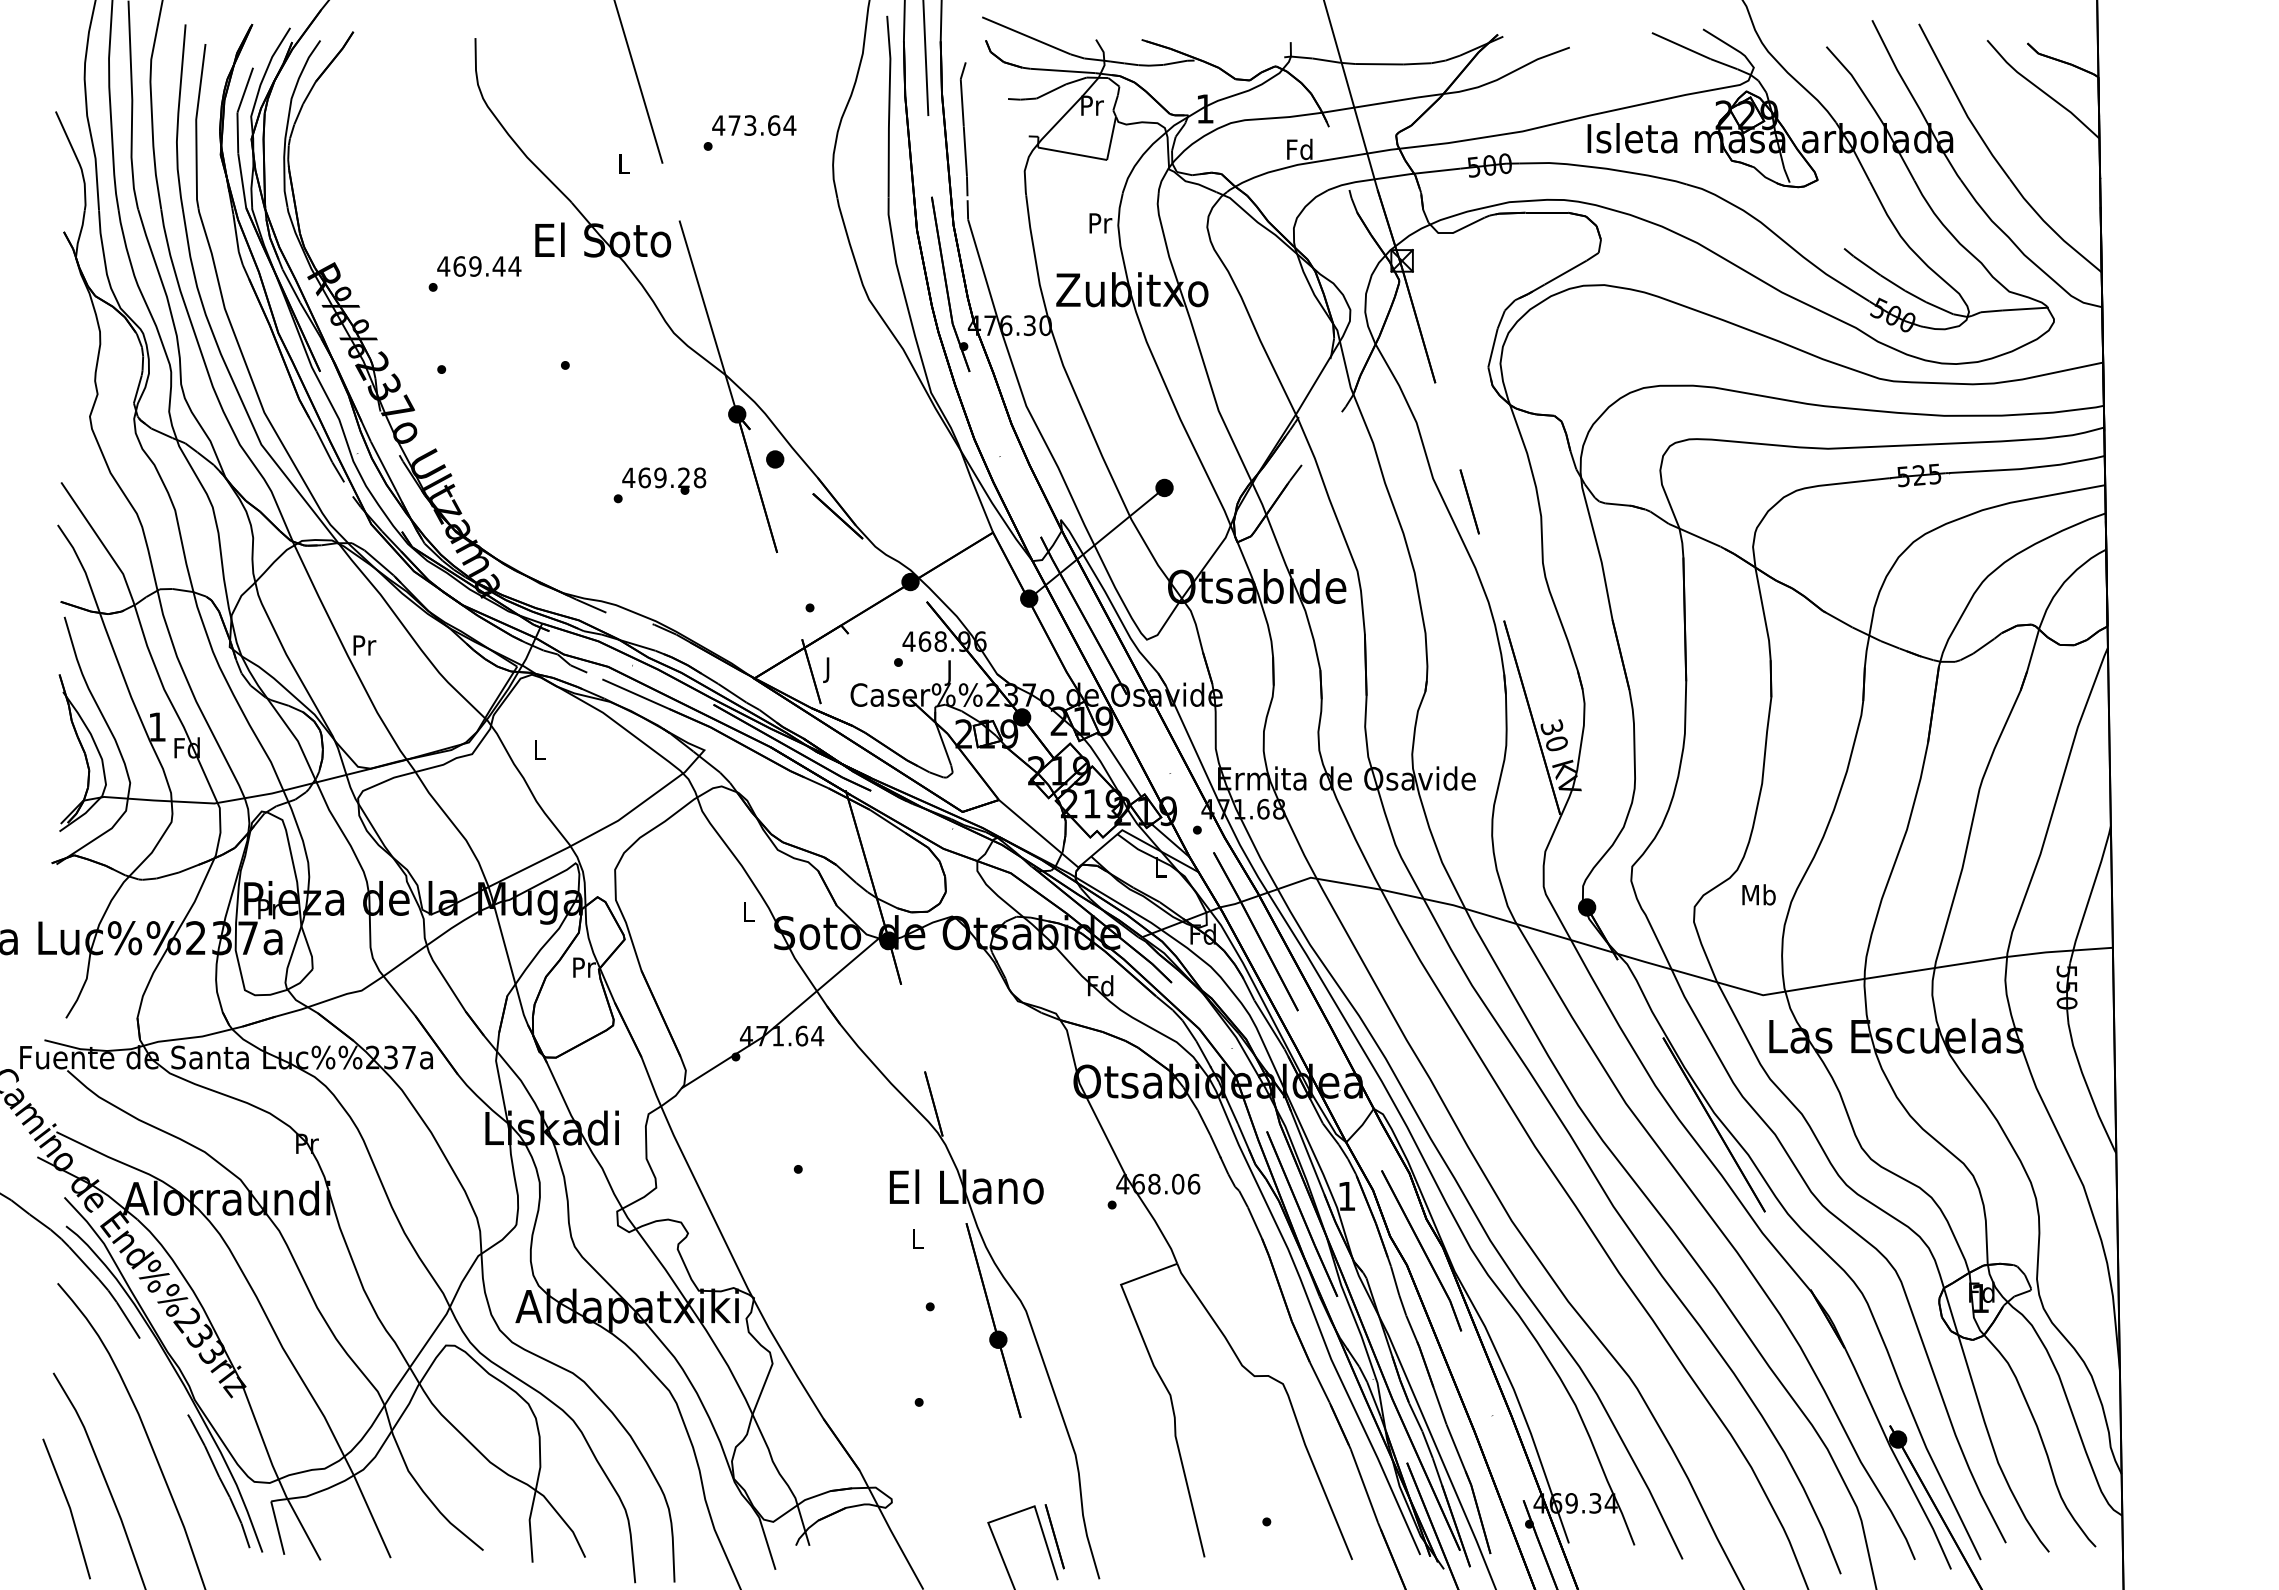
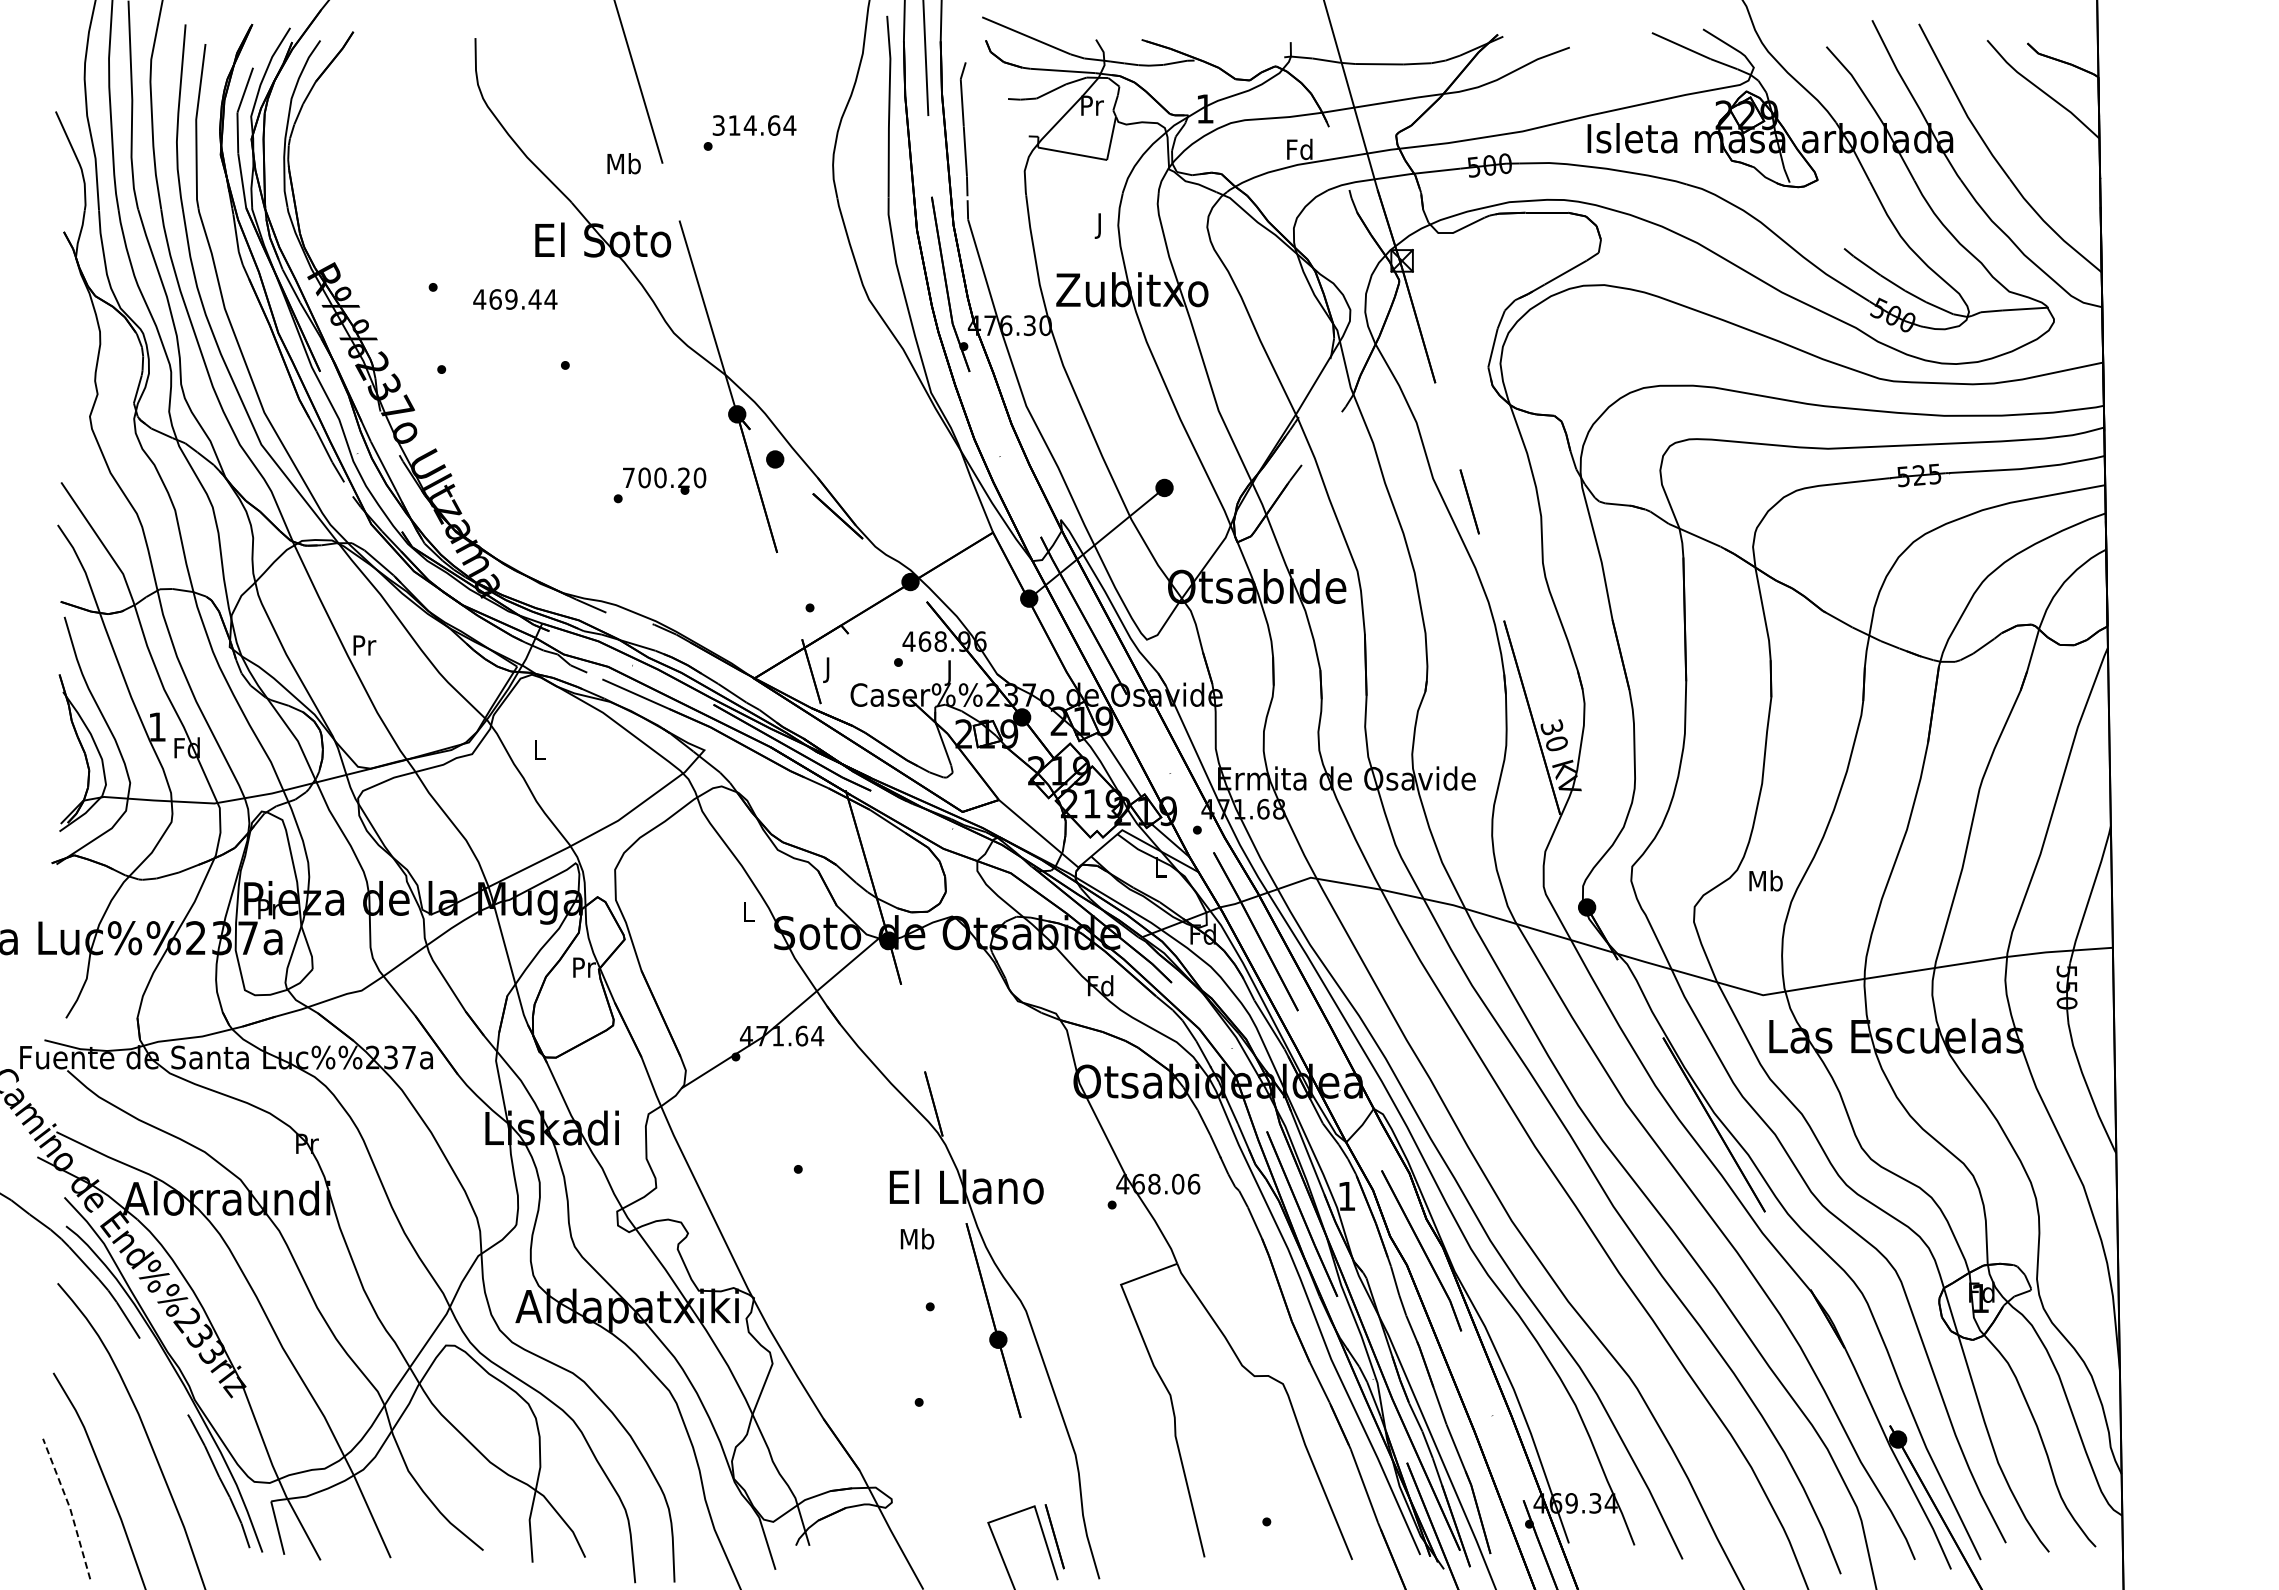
text at (734, 125): 473.64 -> 314.64
text at (623, 163): L -> Mb
text at (1100, 225): Pr -> J
text at (479, 266) position: (479, 266) -> (515, 299)
text at (664, 477): 469.28 -> 700.20
text at (1758, 894) position: (1758, 894) -> (1765, 880)
text at (917, 1238): L -> Mb
line at (70, 1508): solid -> dashed
